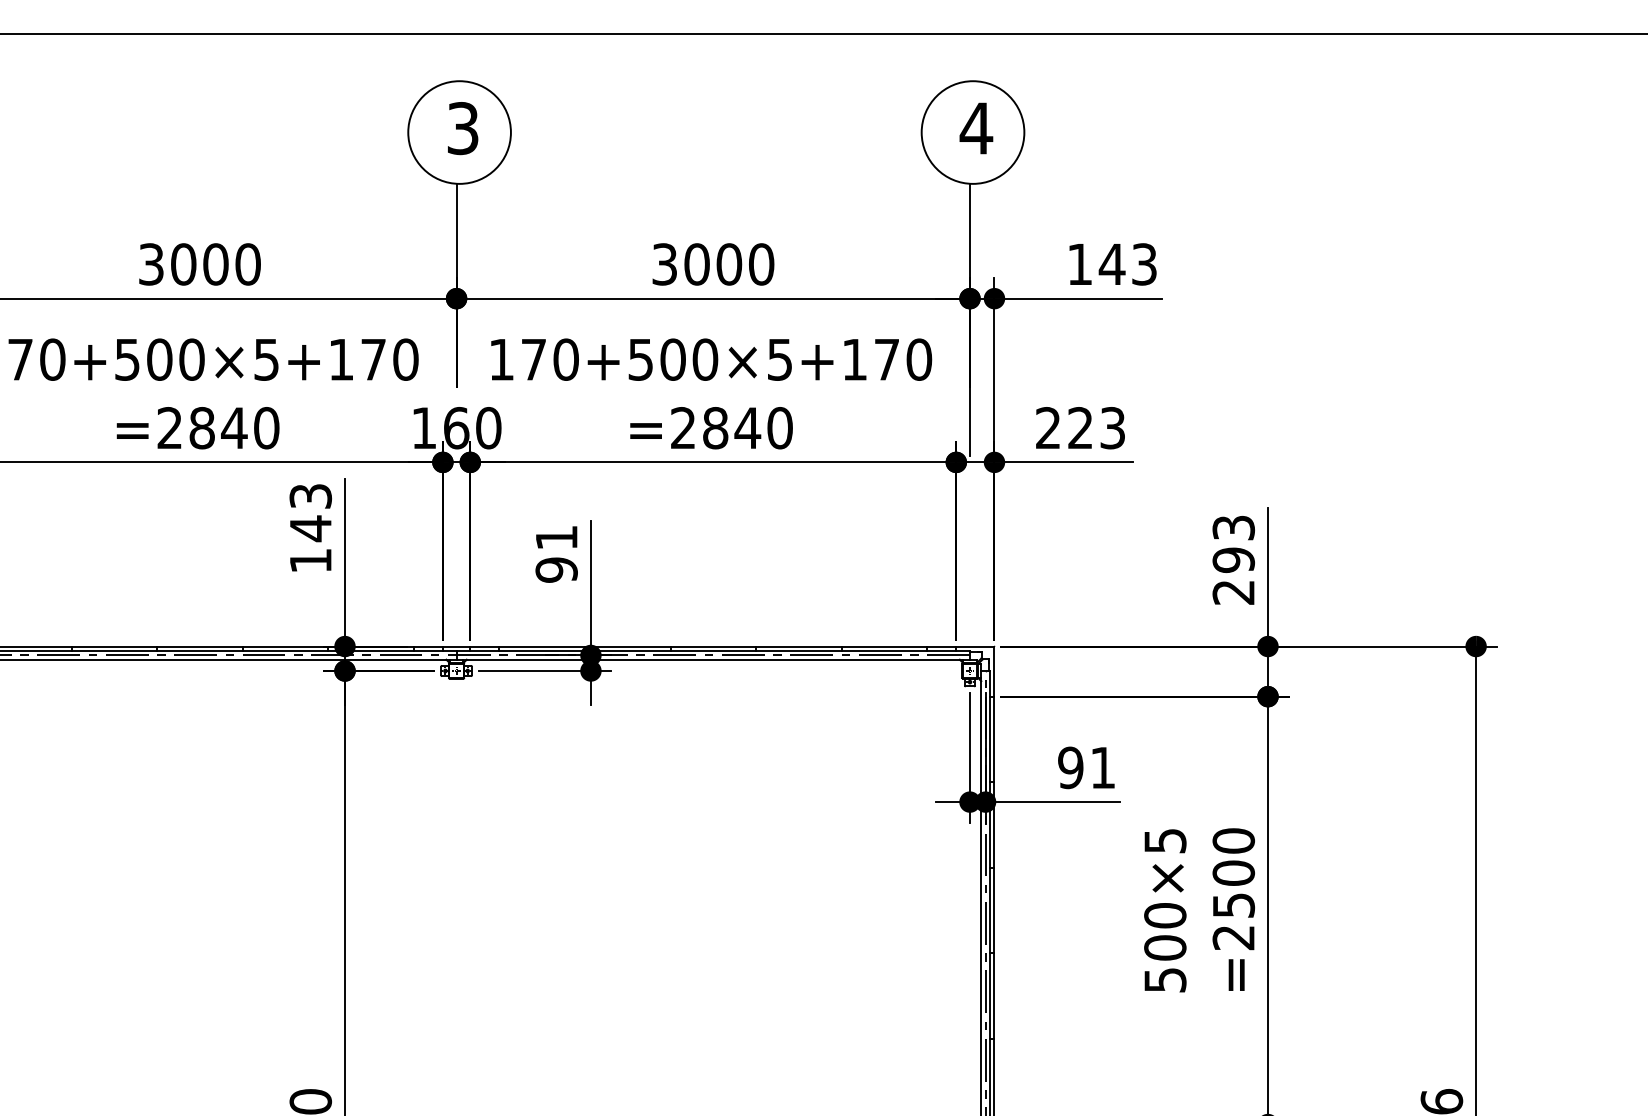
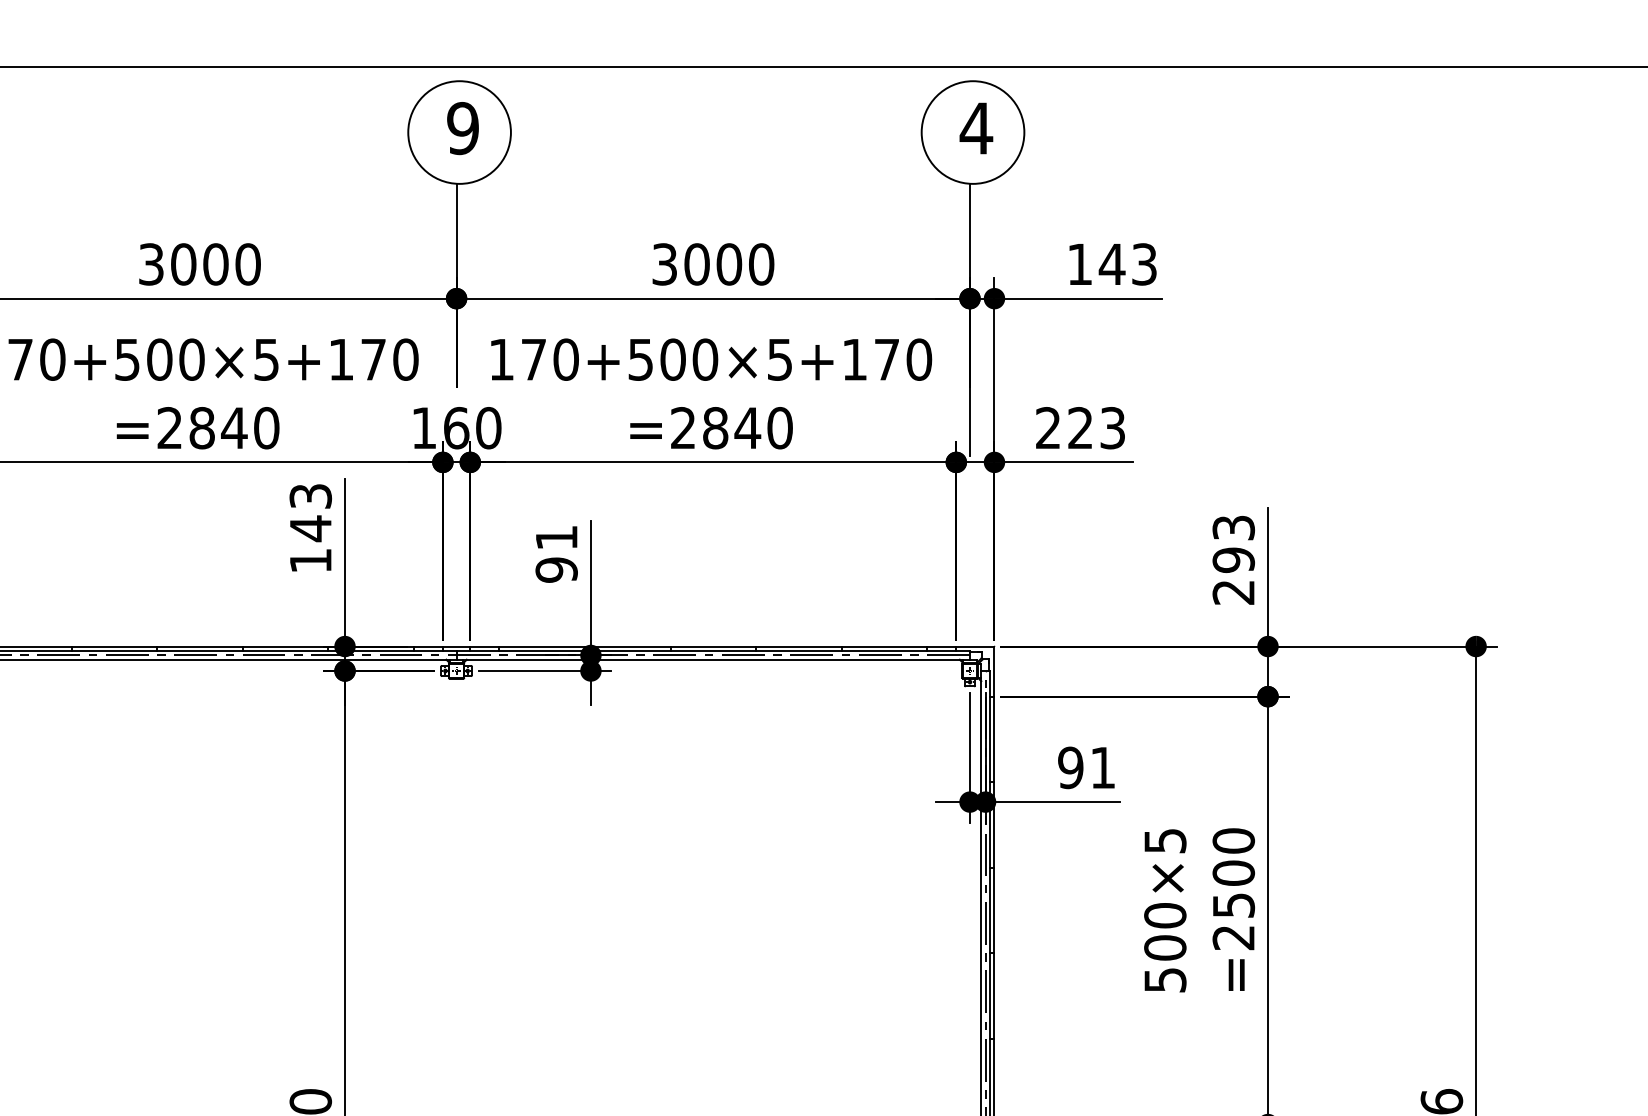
line at (823, 33) position: (823, 33) -> (823, 66)
text at (462, 128): 3 -> 9
